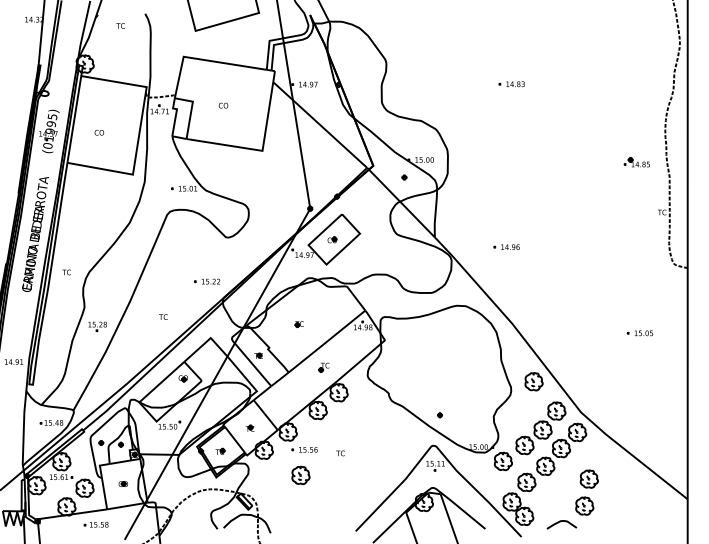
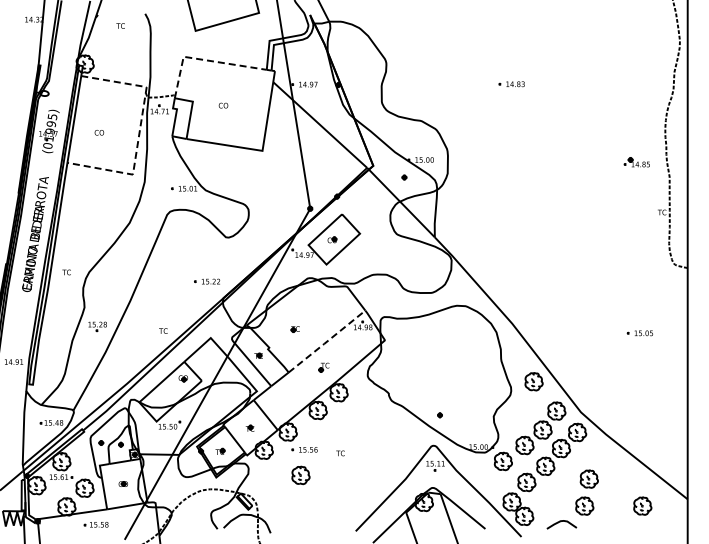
line at (204, 60): solid -> dashed
line at (139, 131): solid -> dashed
part at (506, 246): present -> none
text at (163, 316) position: (163, 316) -> (163, 330)
part at (298, 324) position: (298, 324) -> (294, 329)
line at (326, 342): solid -> dashed
part at (642, 505): none -> present
